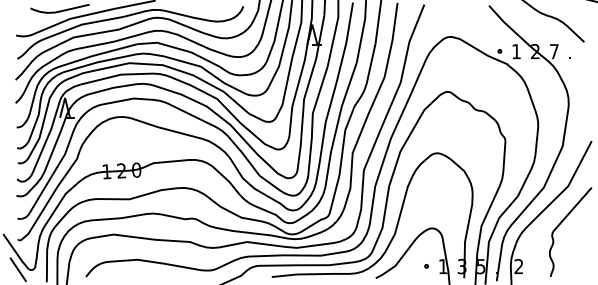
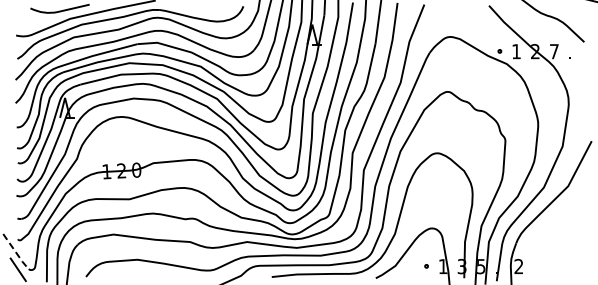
part at (562, 222): present -> none
line at (16, 253): solid -> dashed
